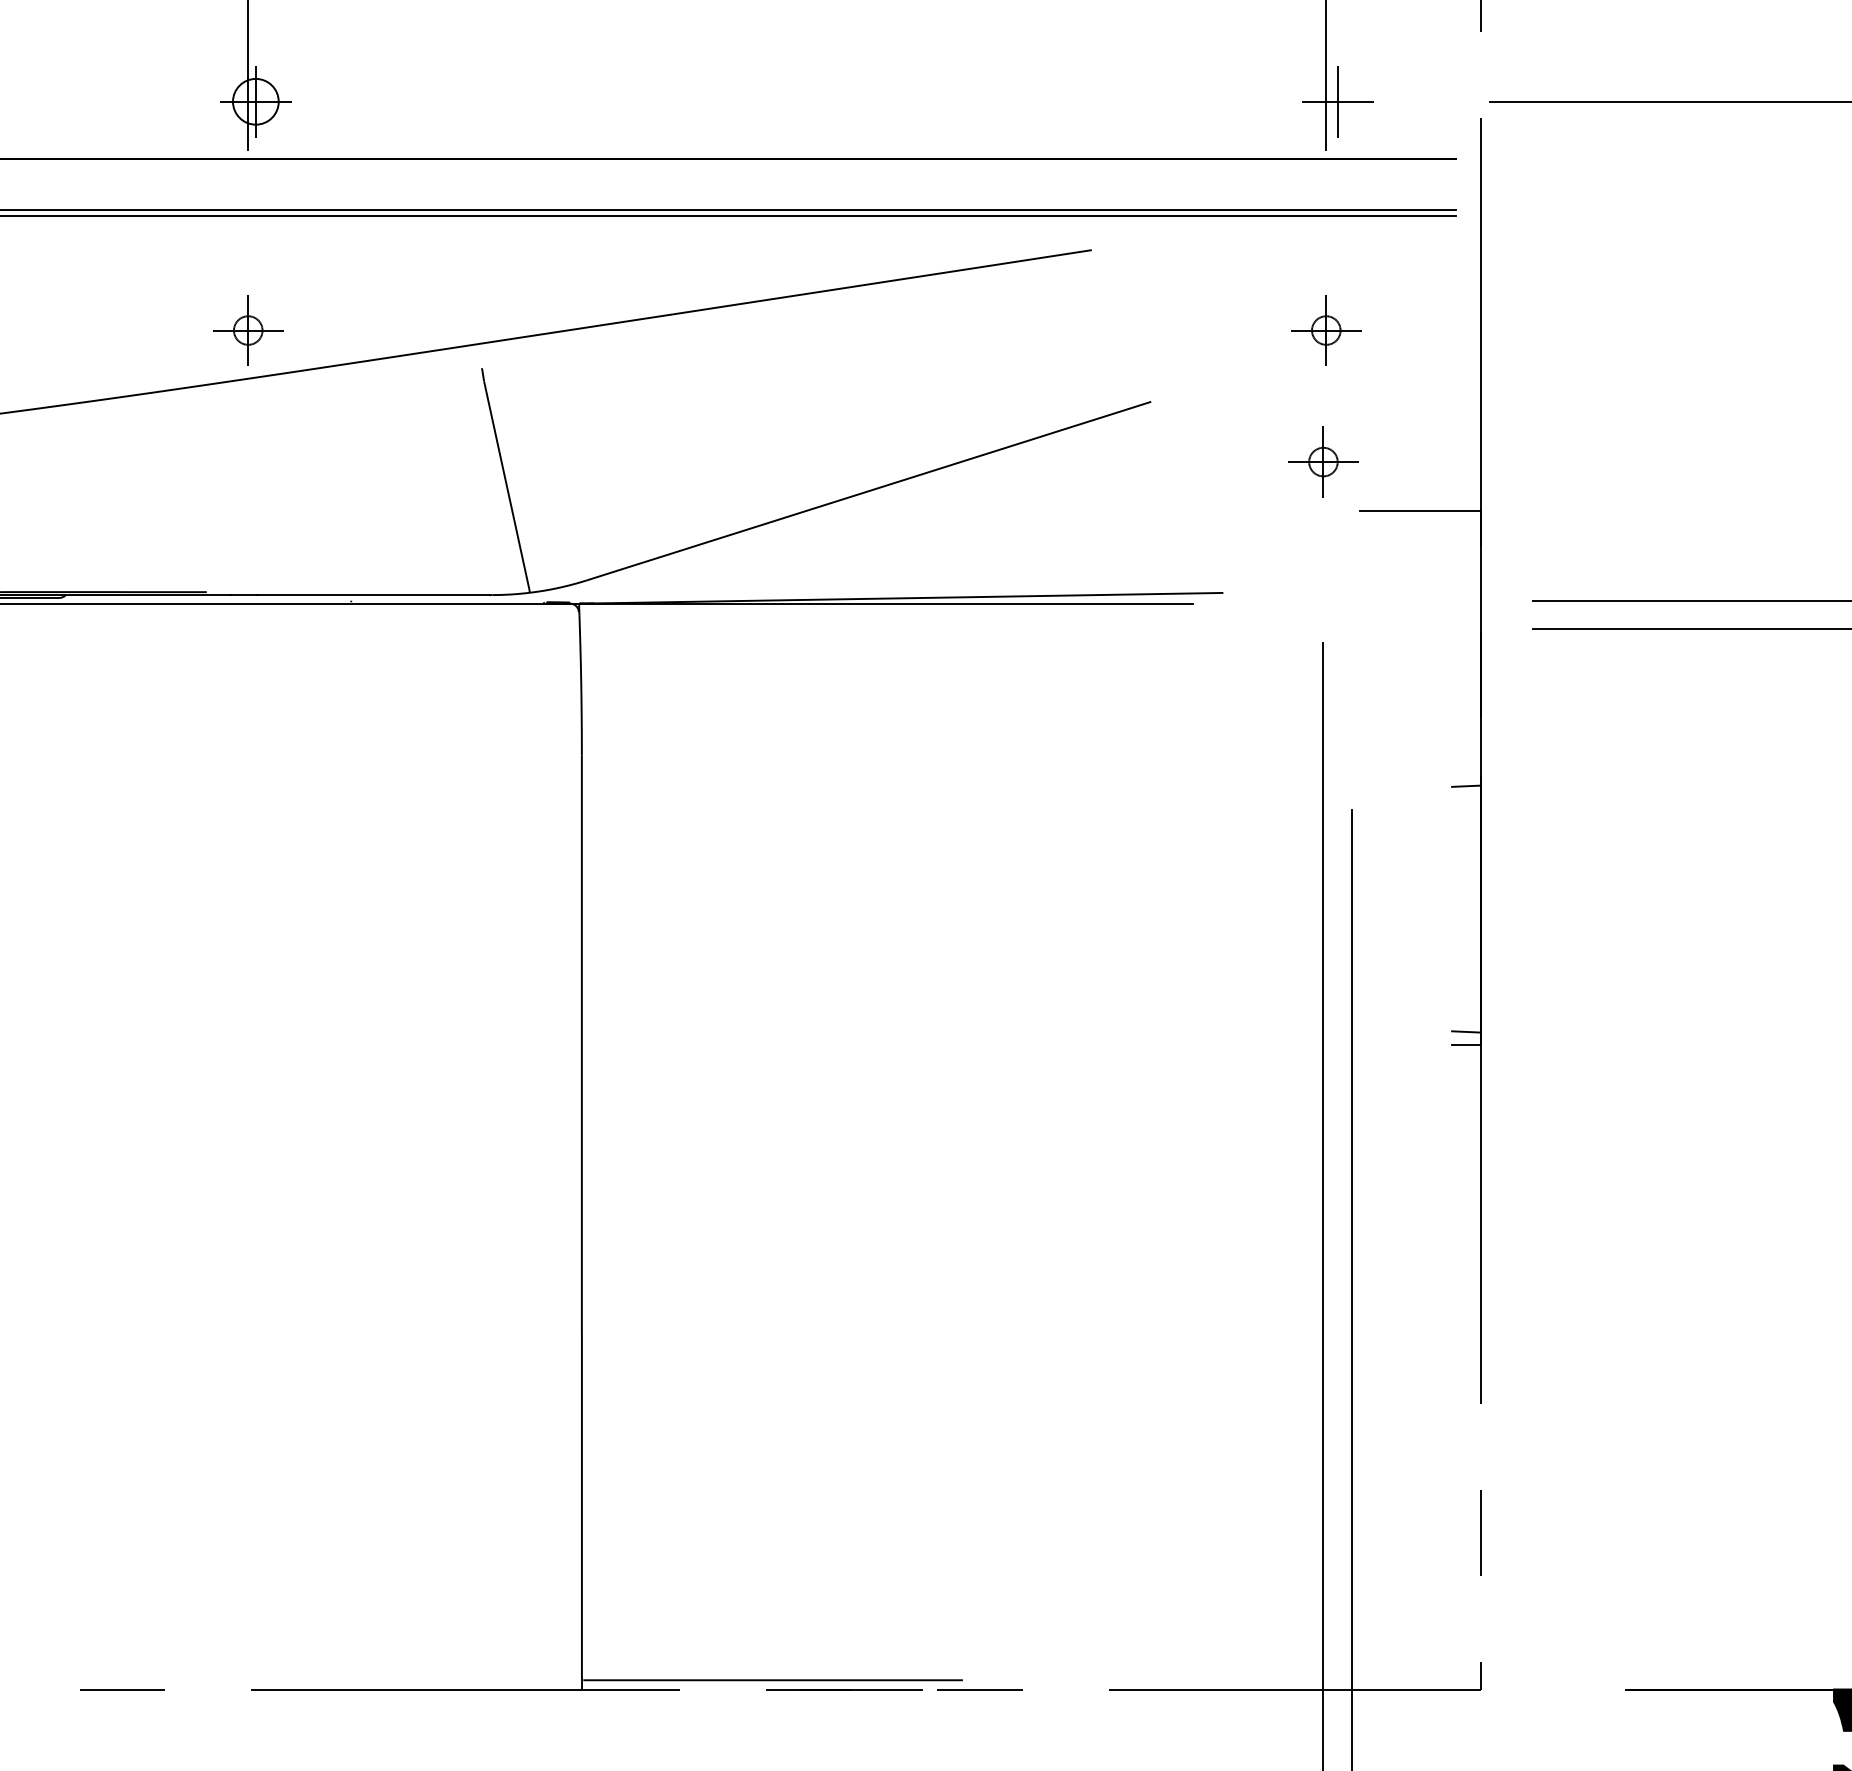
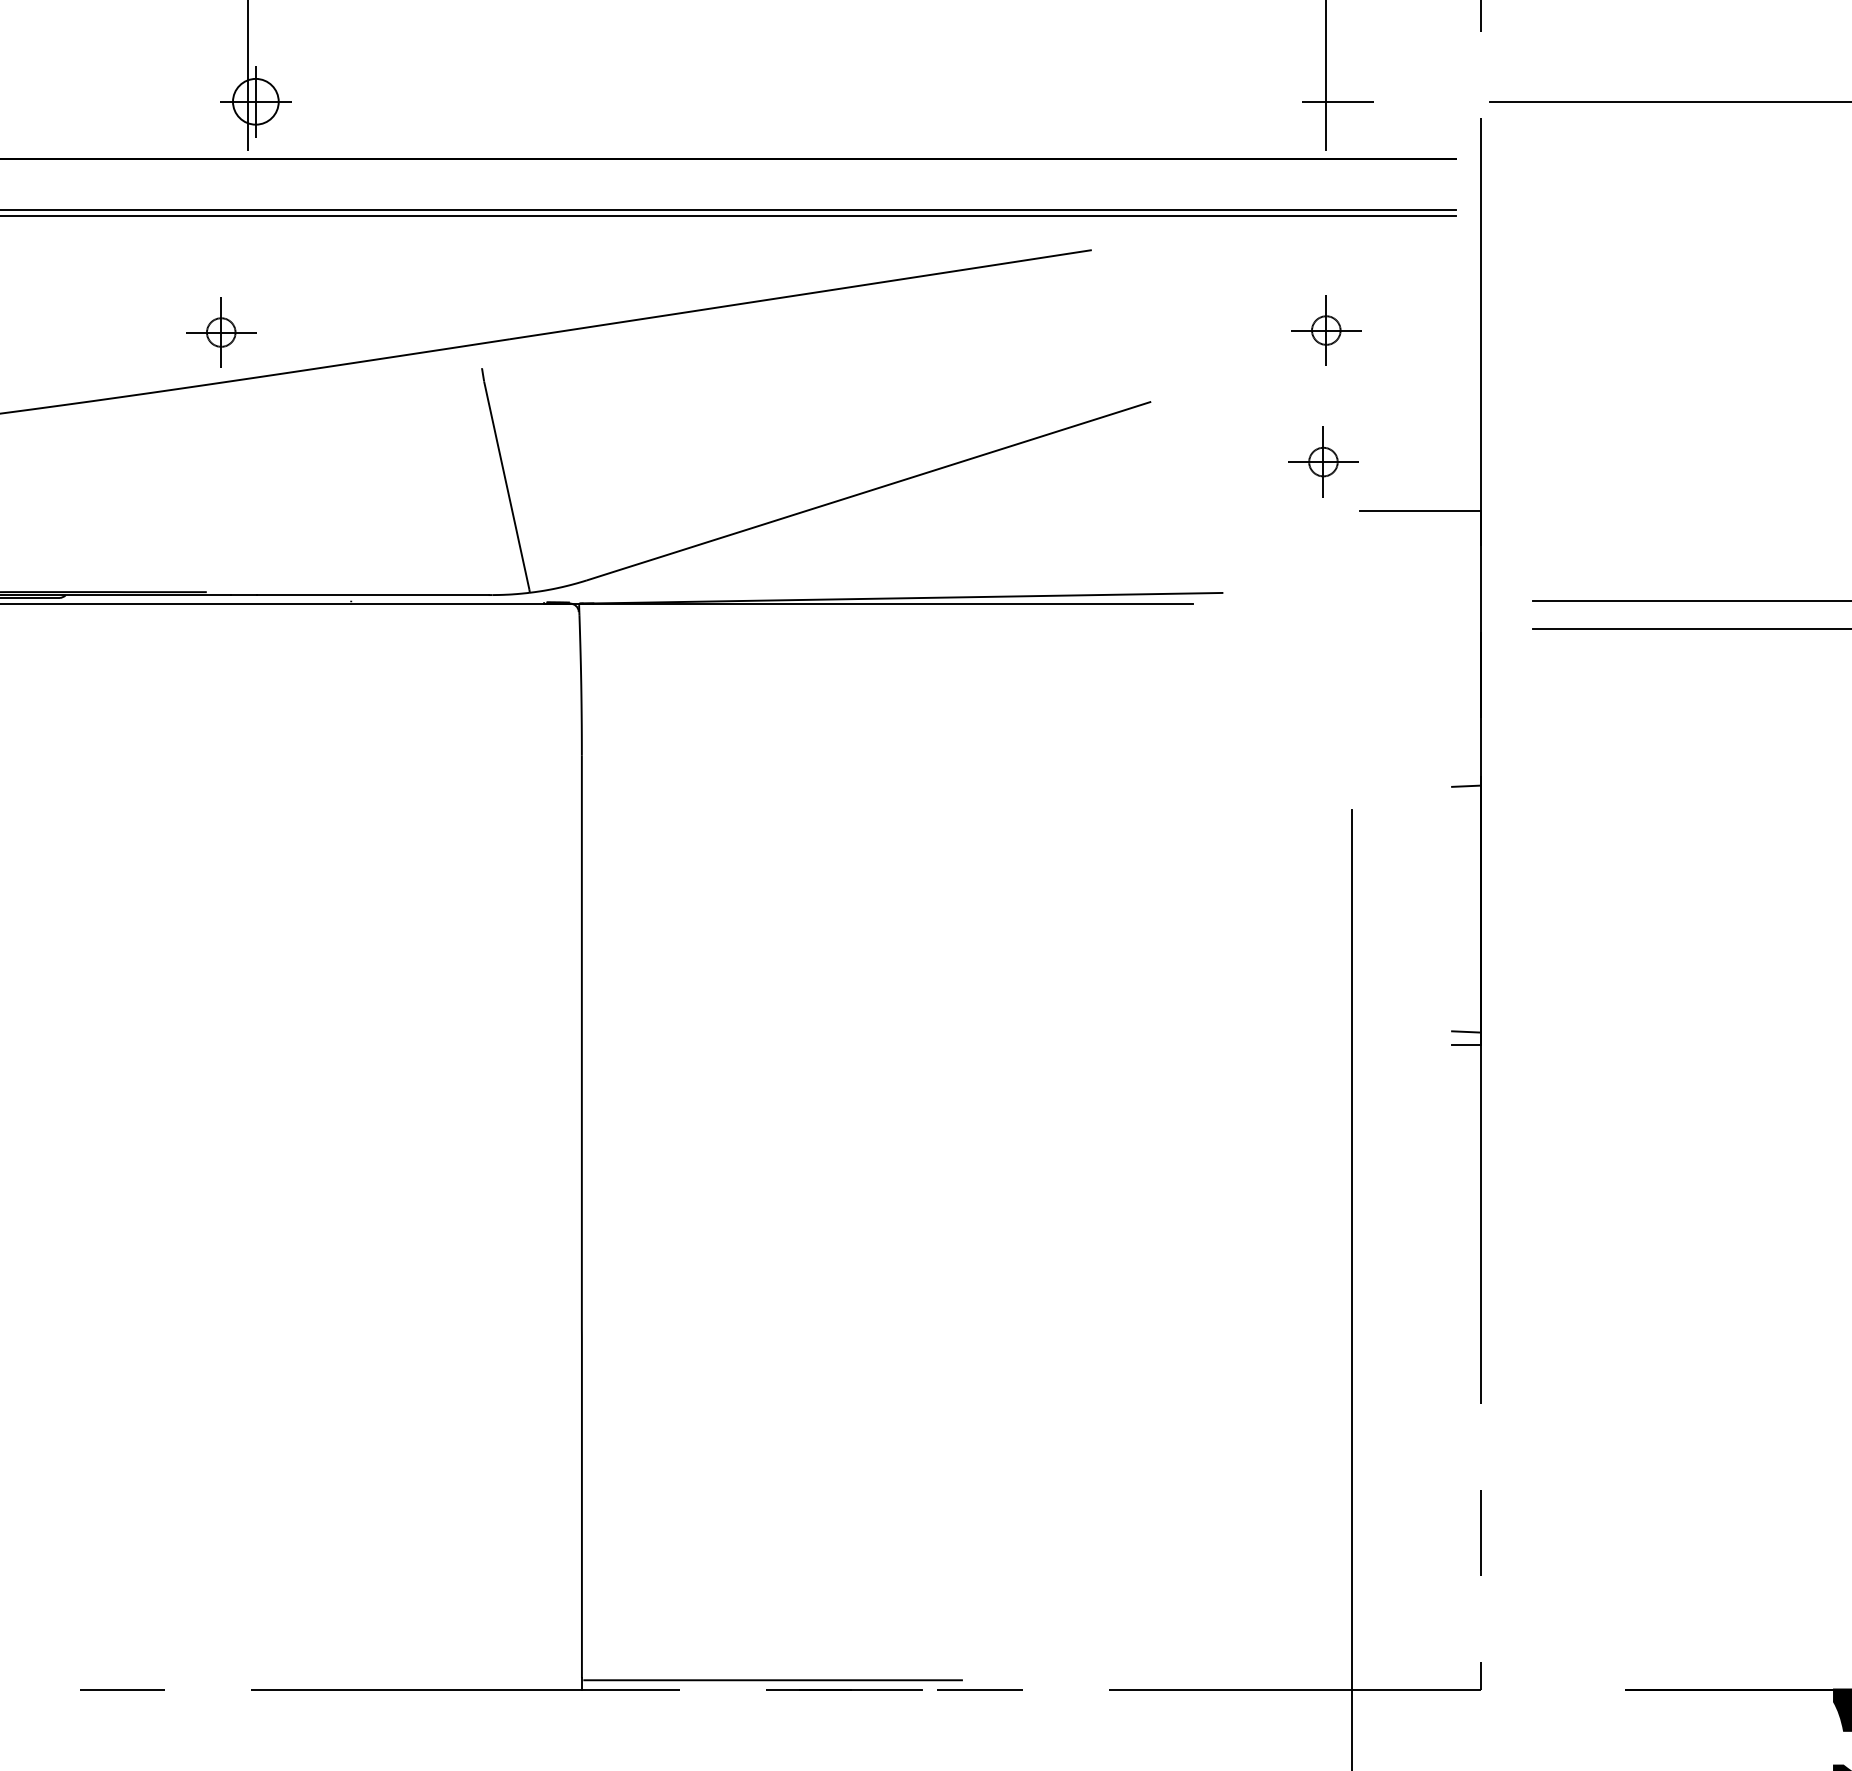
line at (1337, 101): present -> none
part at (248, 330) position: (248, 330) -> (221, 332)
line at (1323, 1205): present -> none
